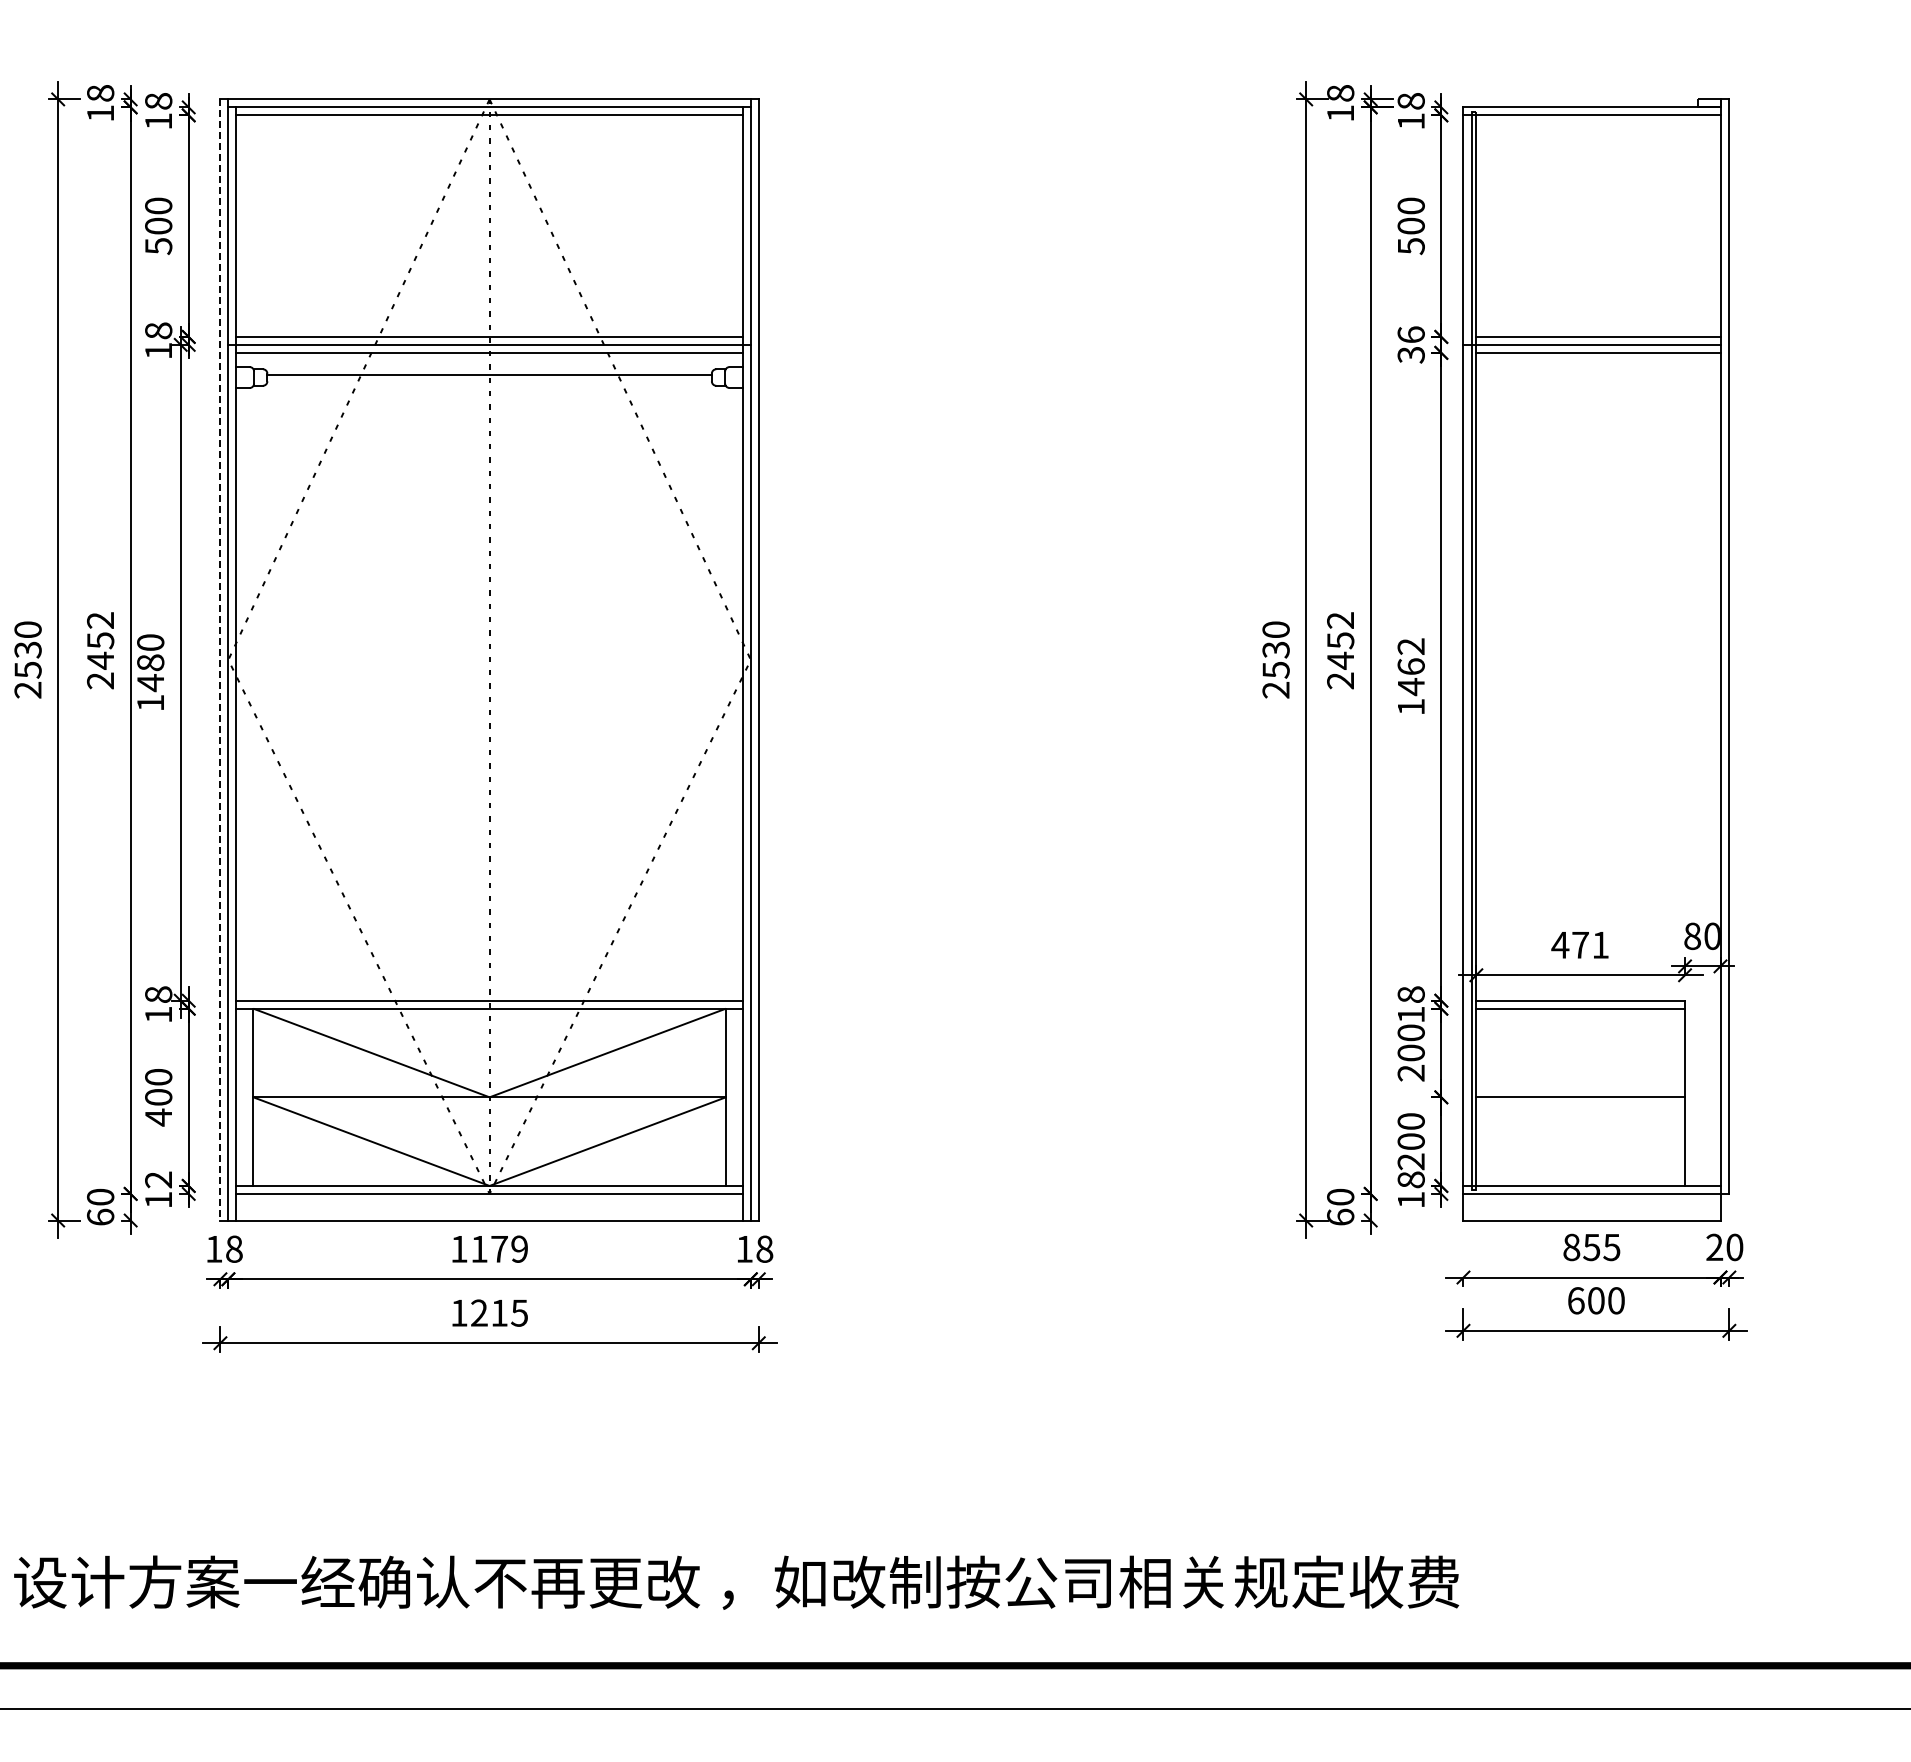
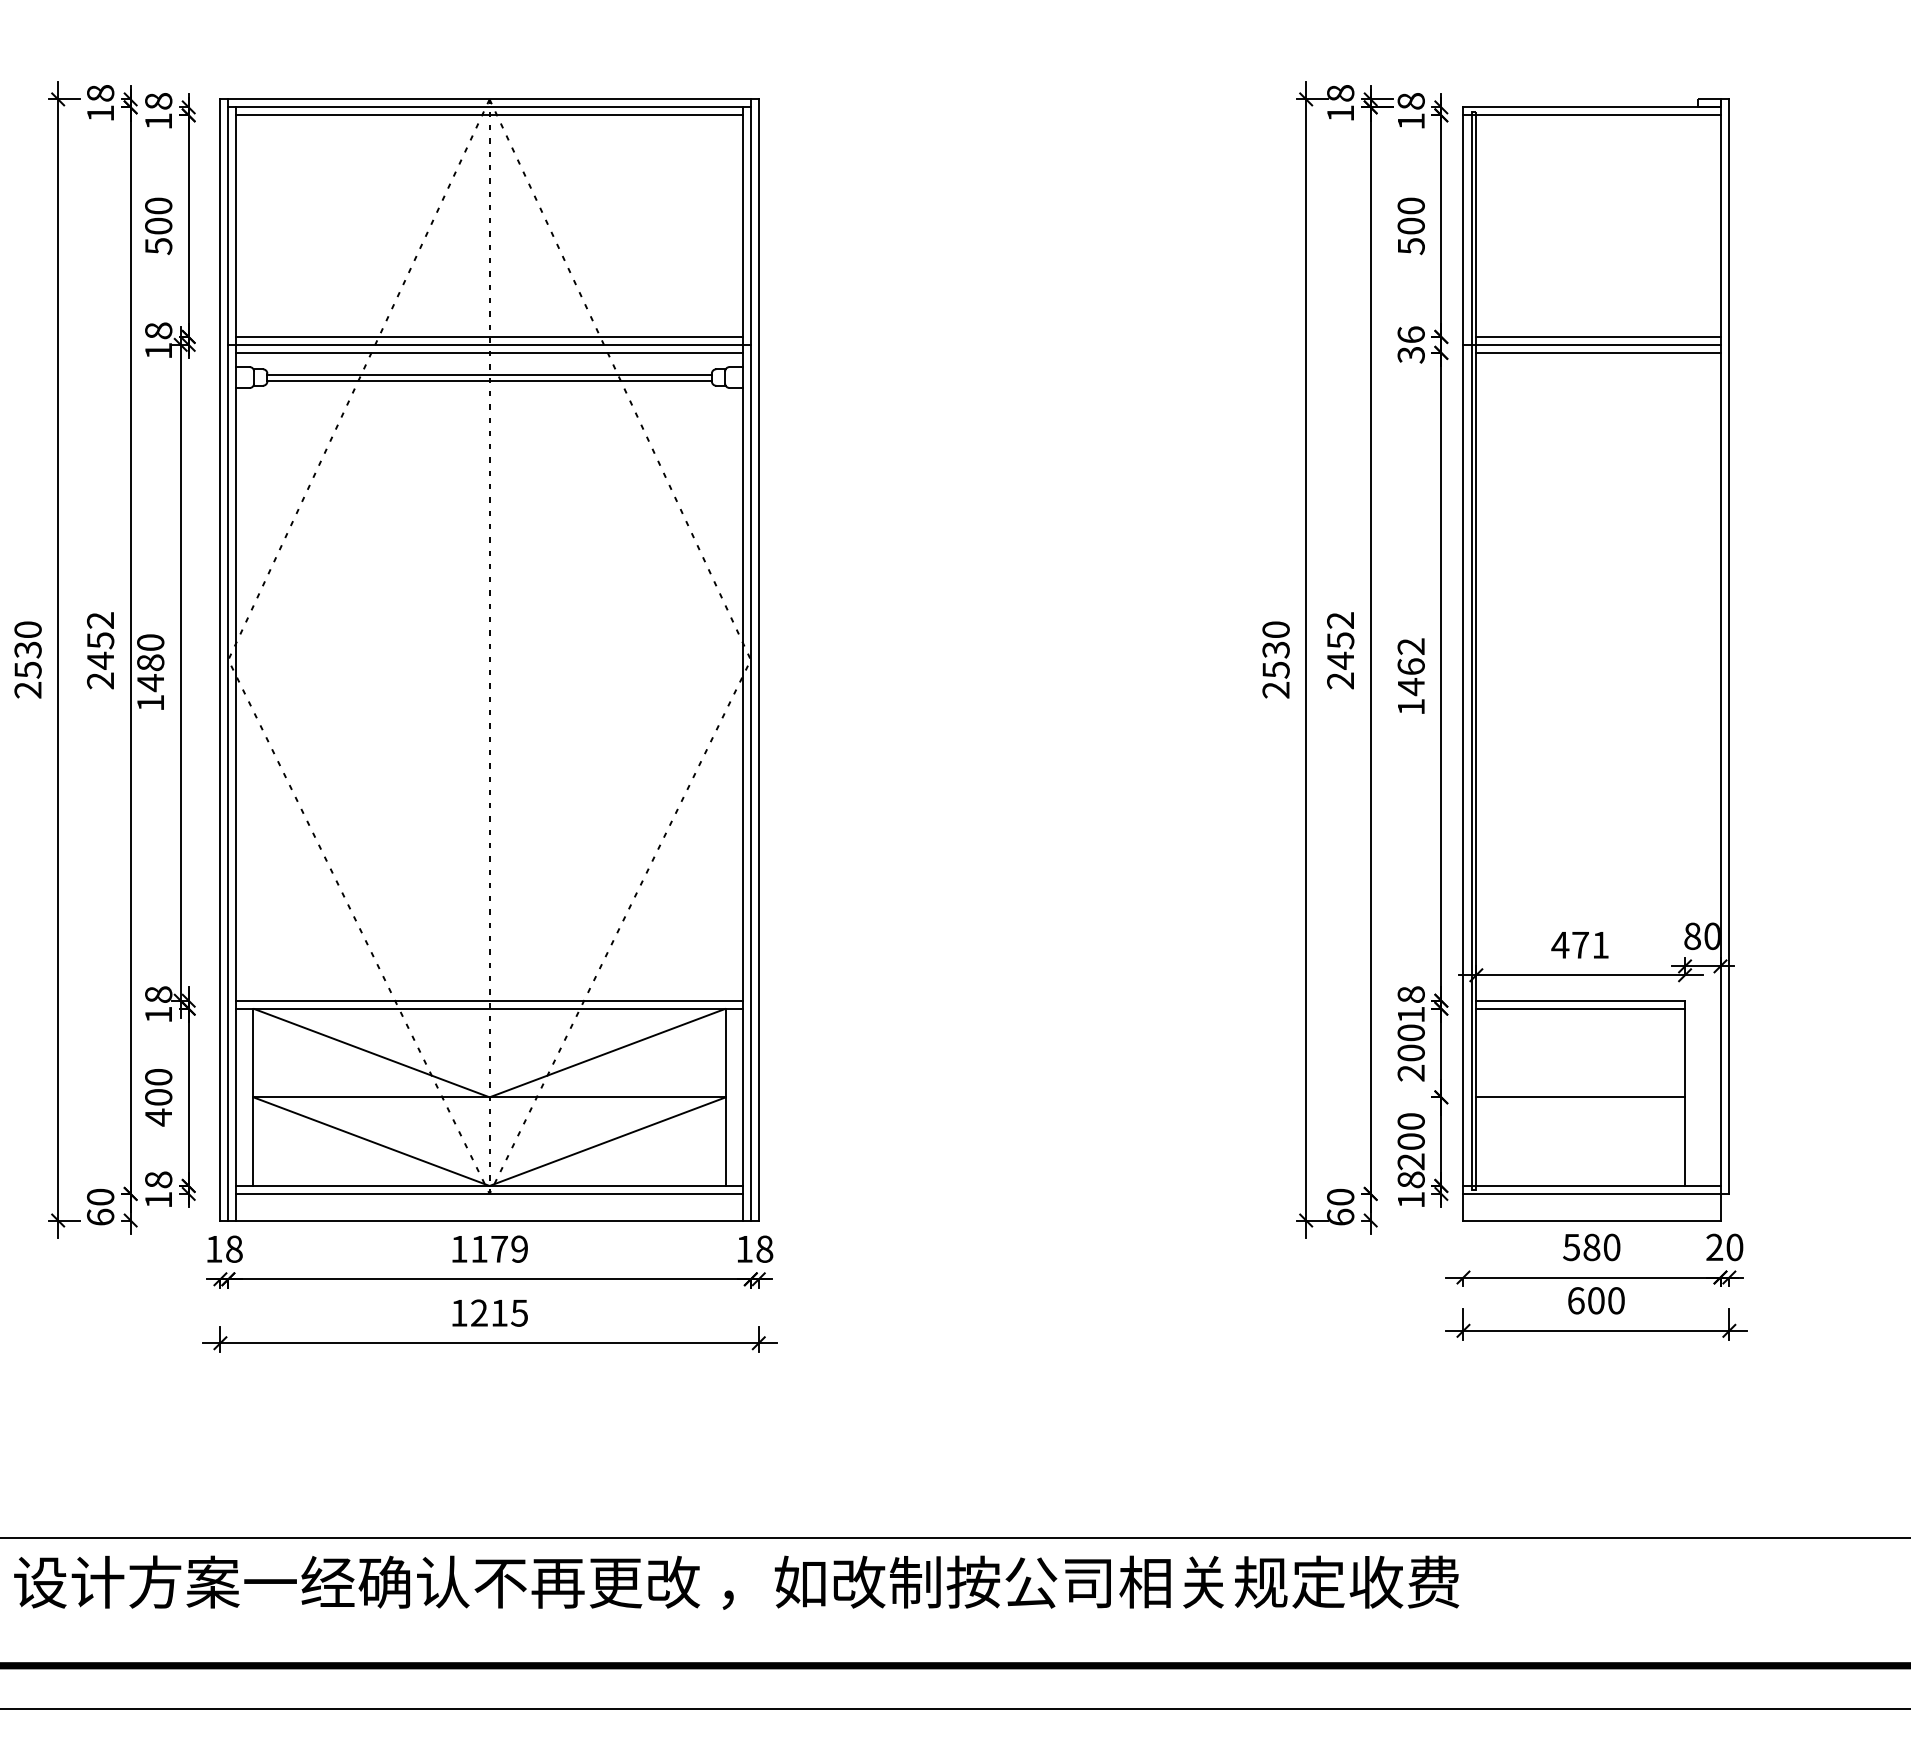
line at (489, 381): none -> present
line at (220, 659): dashed -> solid
text at (158, 1179): 12 -> 18
text at (1591, 1247): 855 -> 580
line at (954, 1537): none -> present
